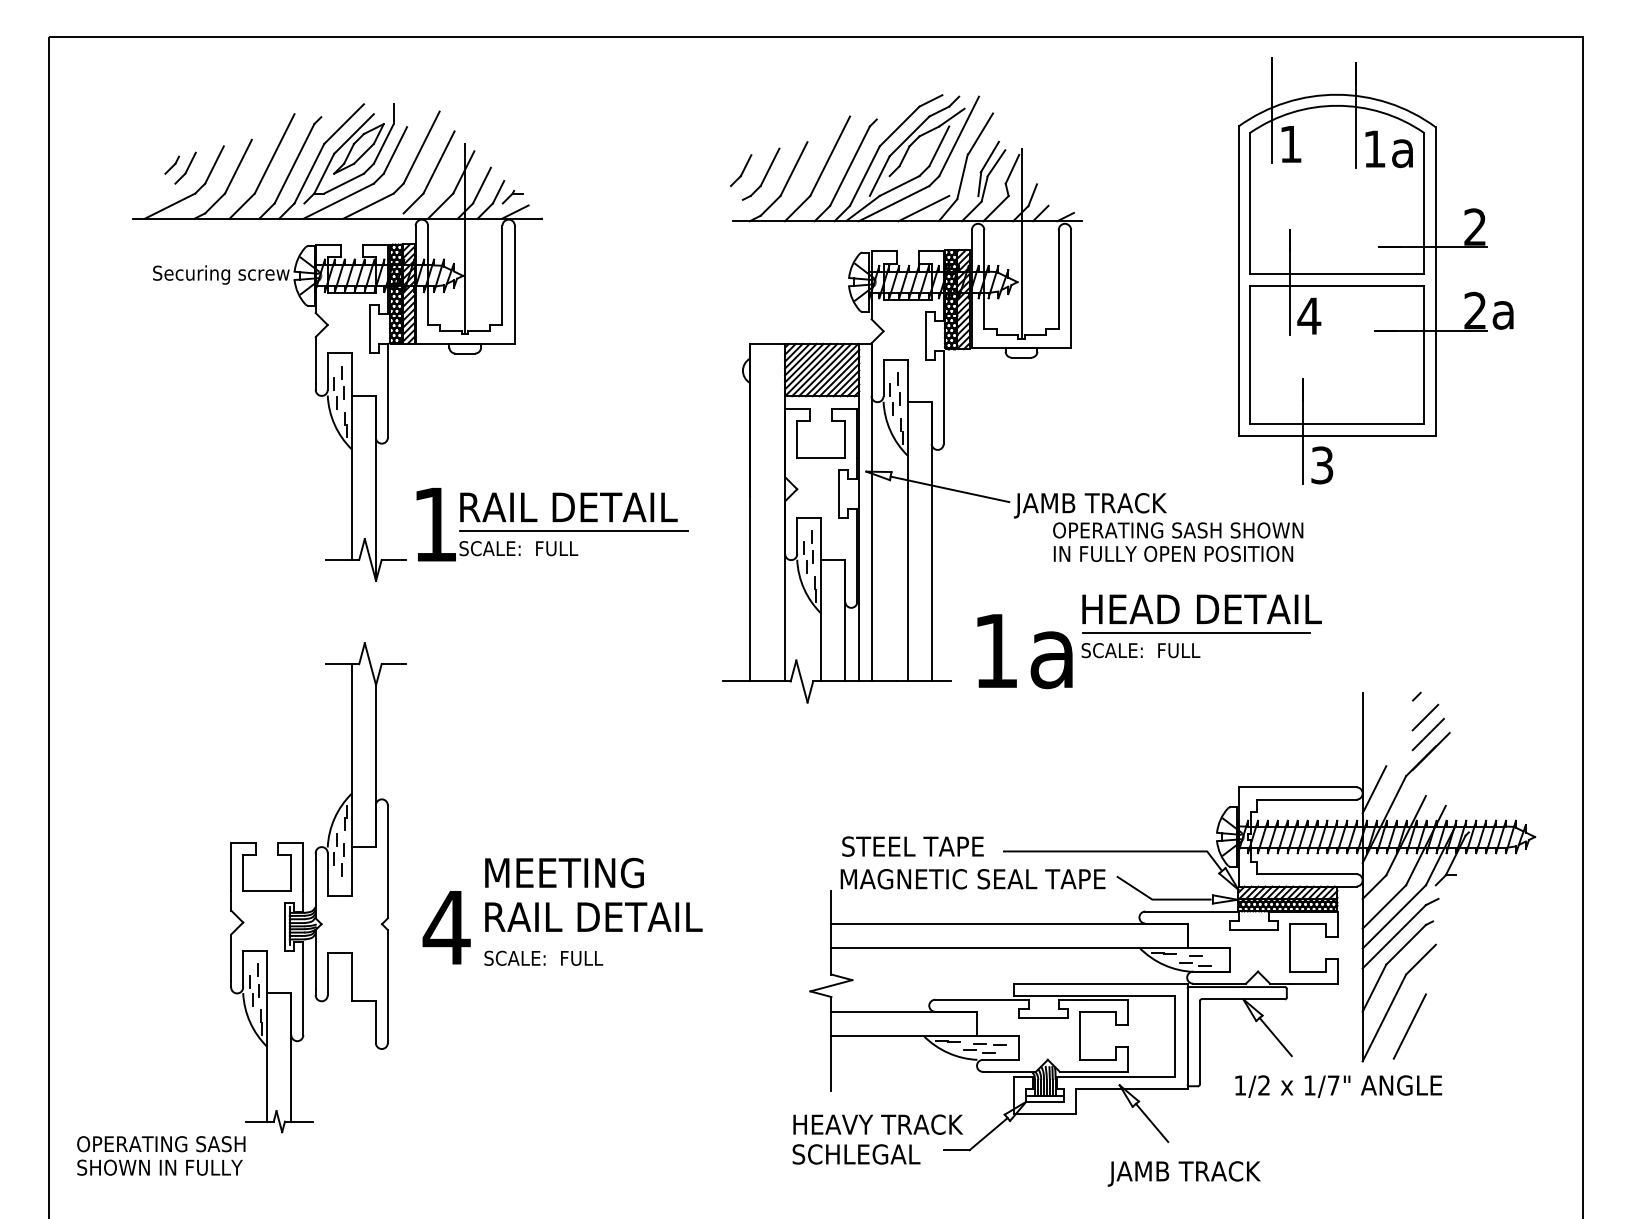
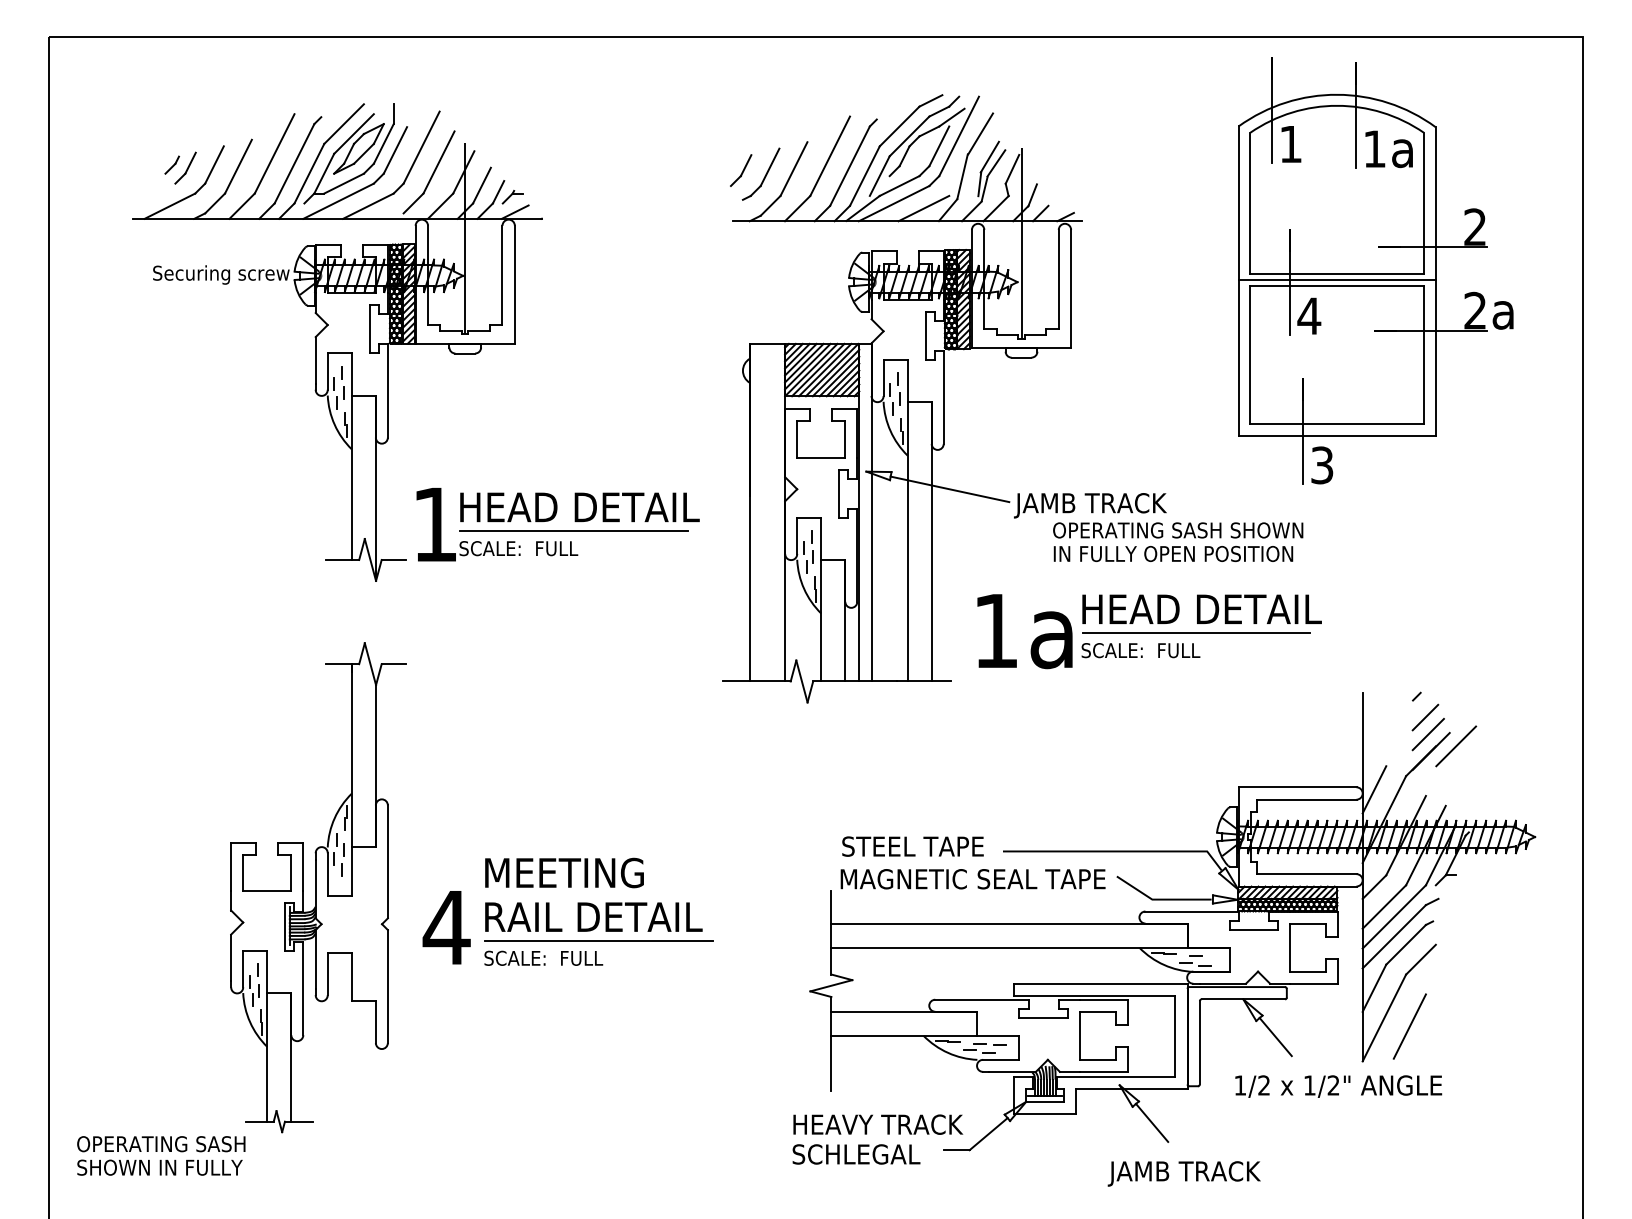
line at (1336, 279): none -> present
text at (581, 507): RAIL DETAIL -> HEAD DETAIL
text at (1024, 651) position: (1024, 651) -> (1024, 631)
line at (1456, 746): none -> present
line at (598, 940): none -> present
text at (1333, 1085): 1/7" -> 1/2"
